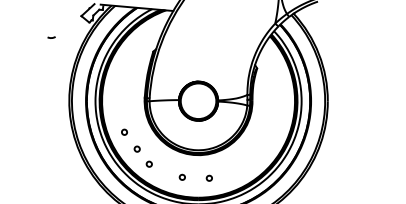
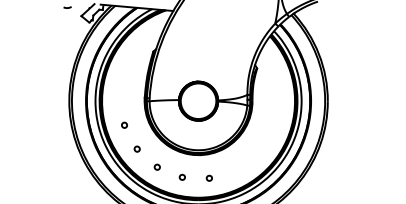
arc at (51, 37) position: (51, 37) -> (67, 7)
part at (124, 131) position: (124, 131) -> (124, 124)
part at (148, 163) position: (148, 163) -> (156, 166)
